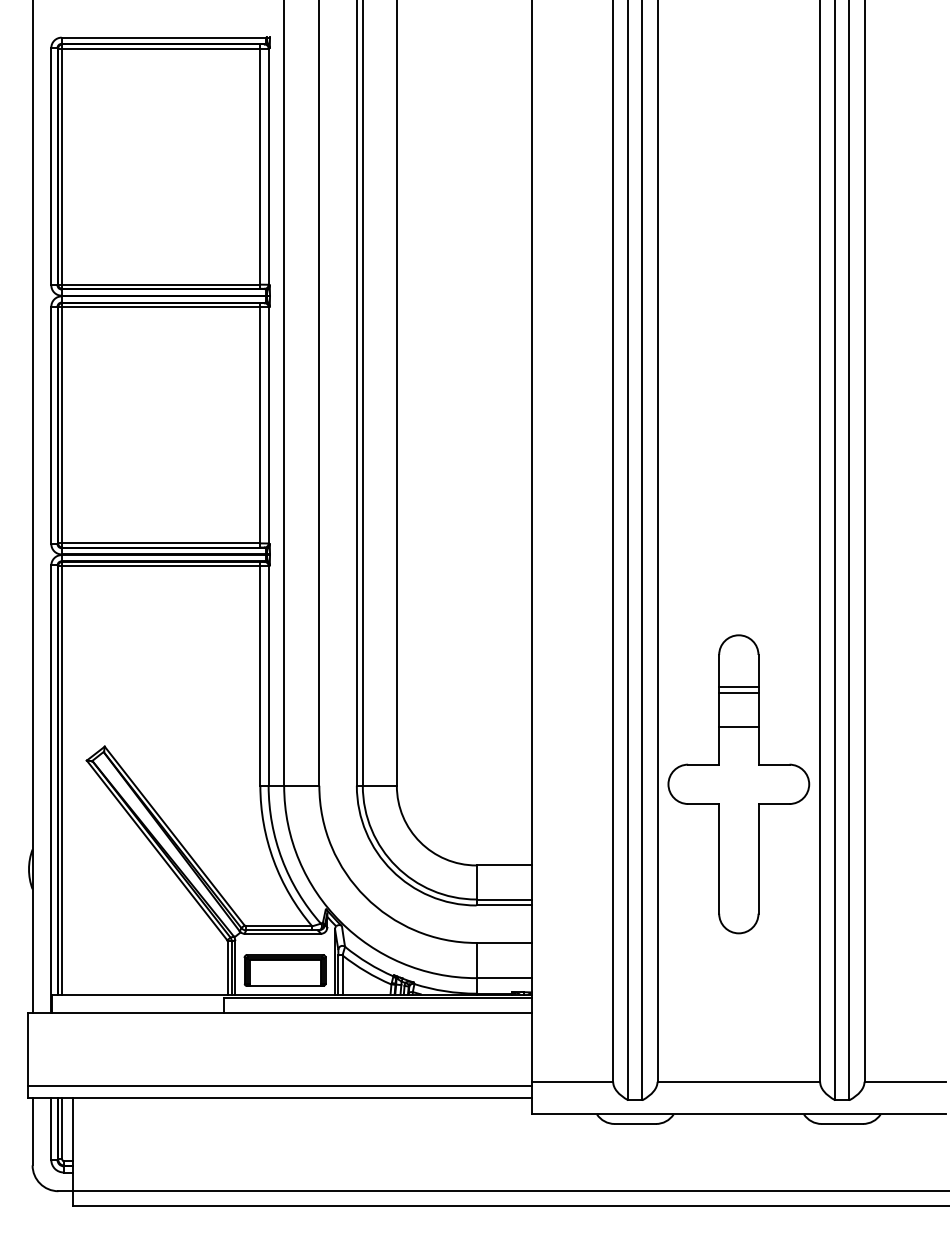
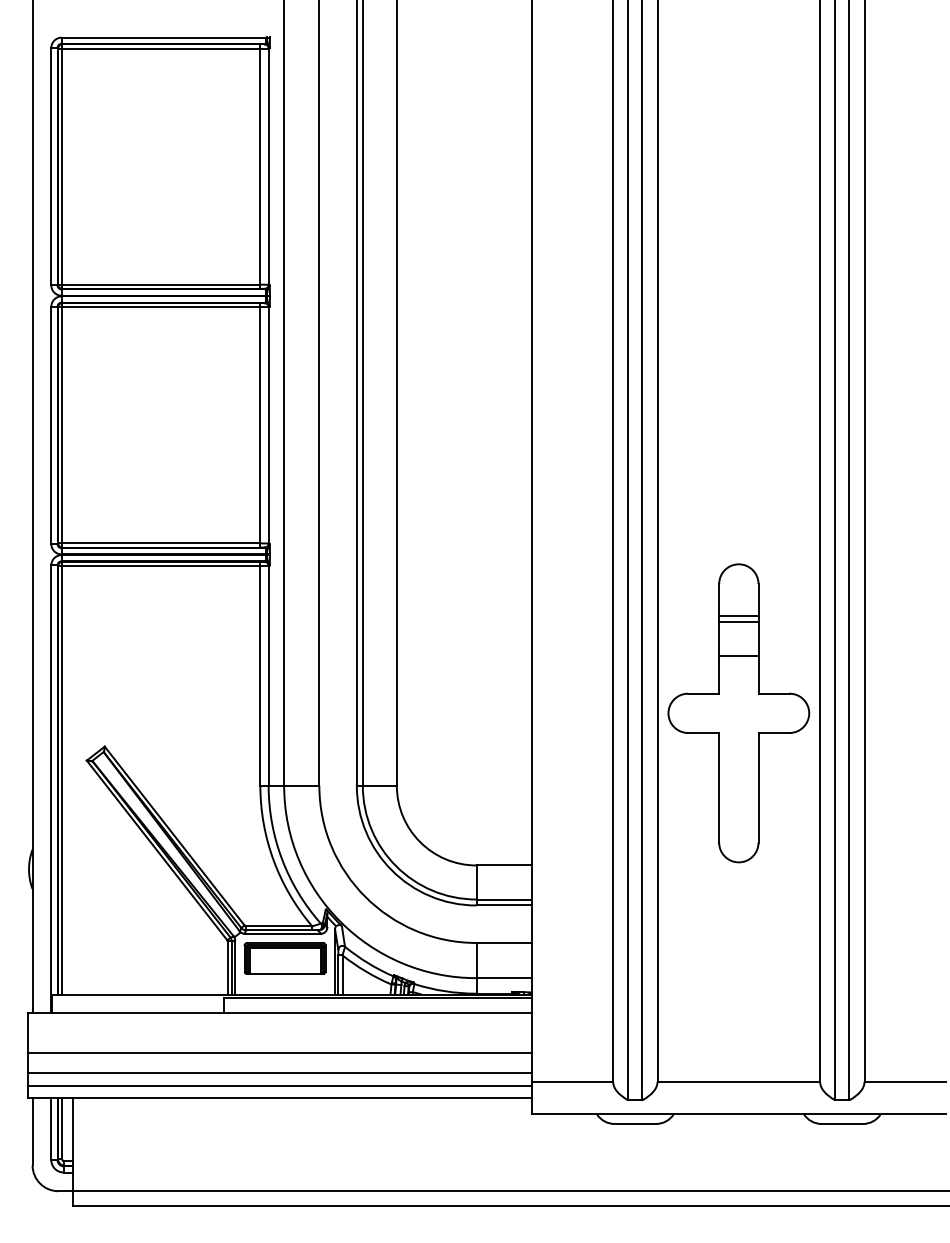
part at (738, 784) position: (738, 784) -> (738, 713)
part at (284, 970) position: (284, 970) -> (284, 958)
line at (279, 1053): none -> present
line at (279, 1073): none -> present
